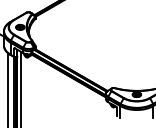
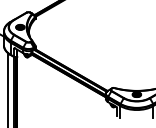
line at (20, 87): present -> none
